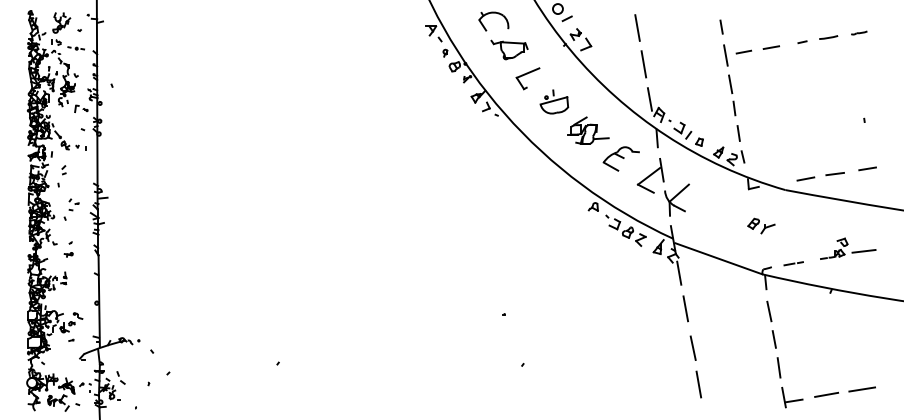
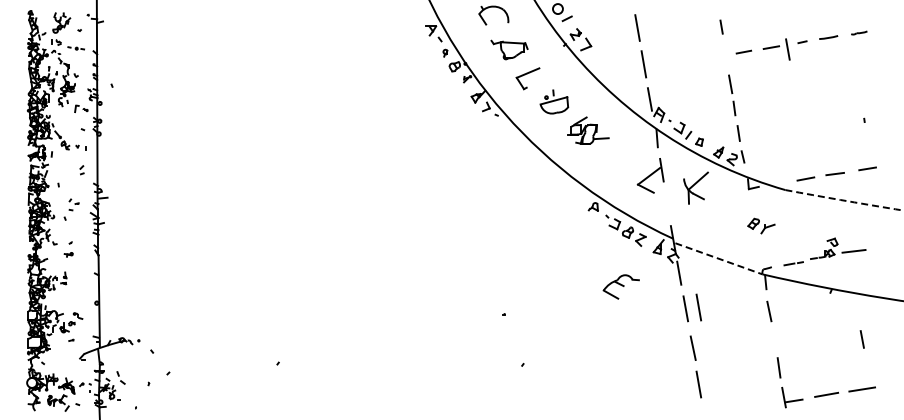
part at (493, 13) position: (493, 13) -> (493, 7)
line at (725, 55) position: (725, 55) -> (787, 49)
part at (620, 158) position: (620, 158) -> (620, 286)
part at (63, 170) position: (63, 170) -> (81, 170)
part at (676, 199) position: (676, 199) -> (695, 187)
arc at (844, 200): solid -> dashed
part at (848, 248) position: (848, 248) -> (838, 248)
line at (719, 258): solid -> dashed
line at (698, 307): none -> present
line at (773, 339) position: (773, 339) -> (861, 339)
